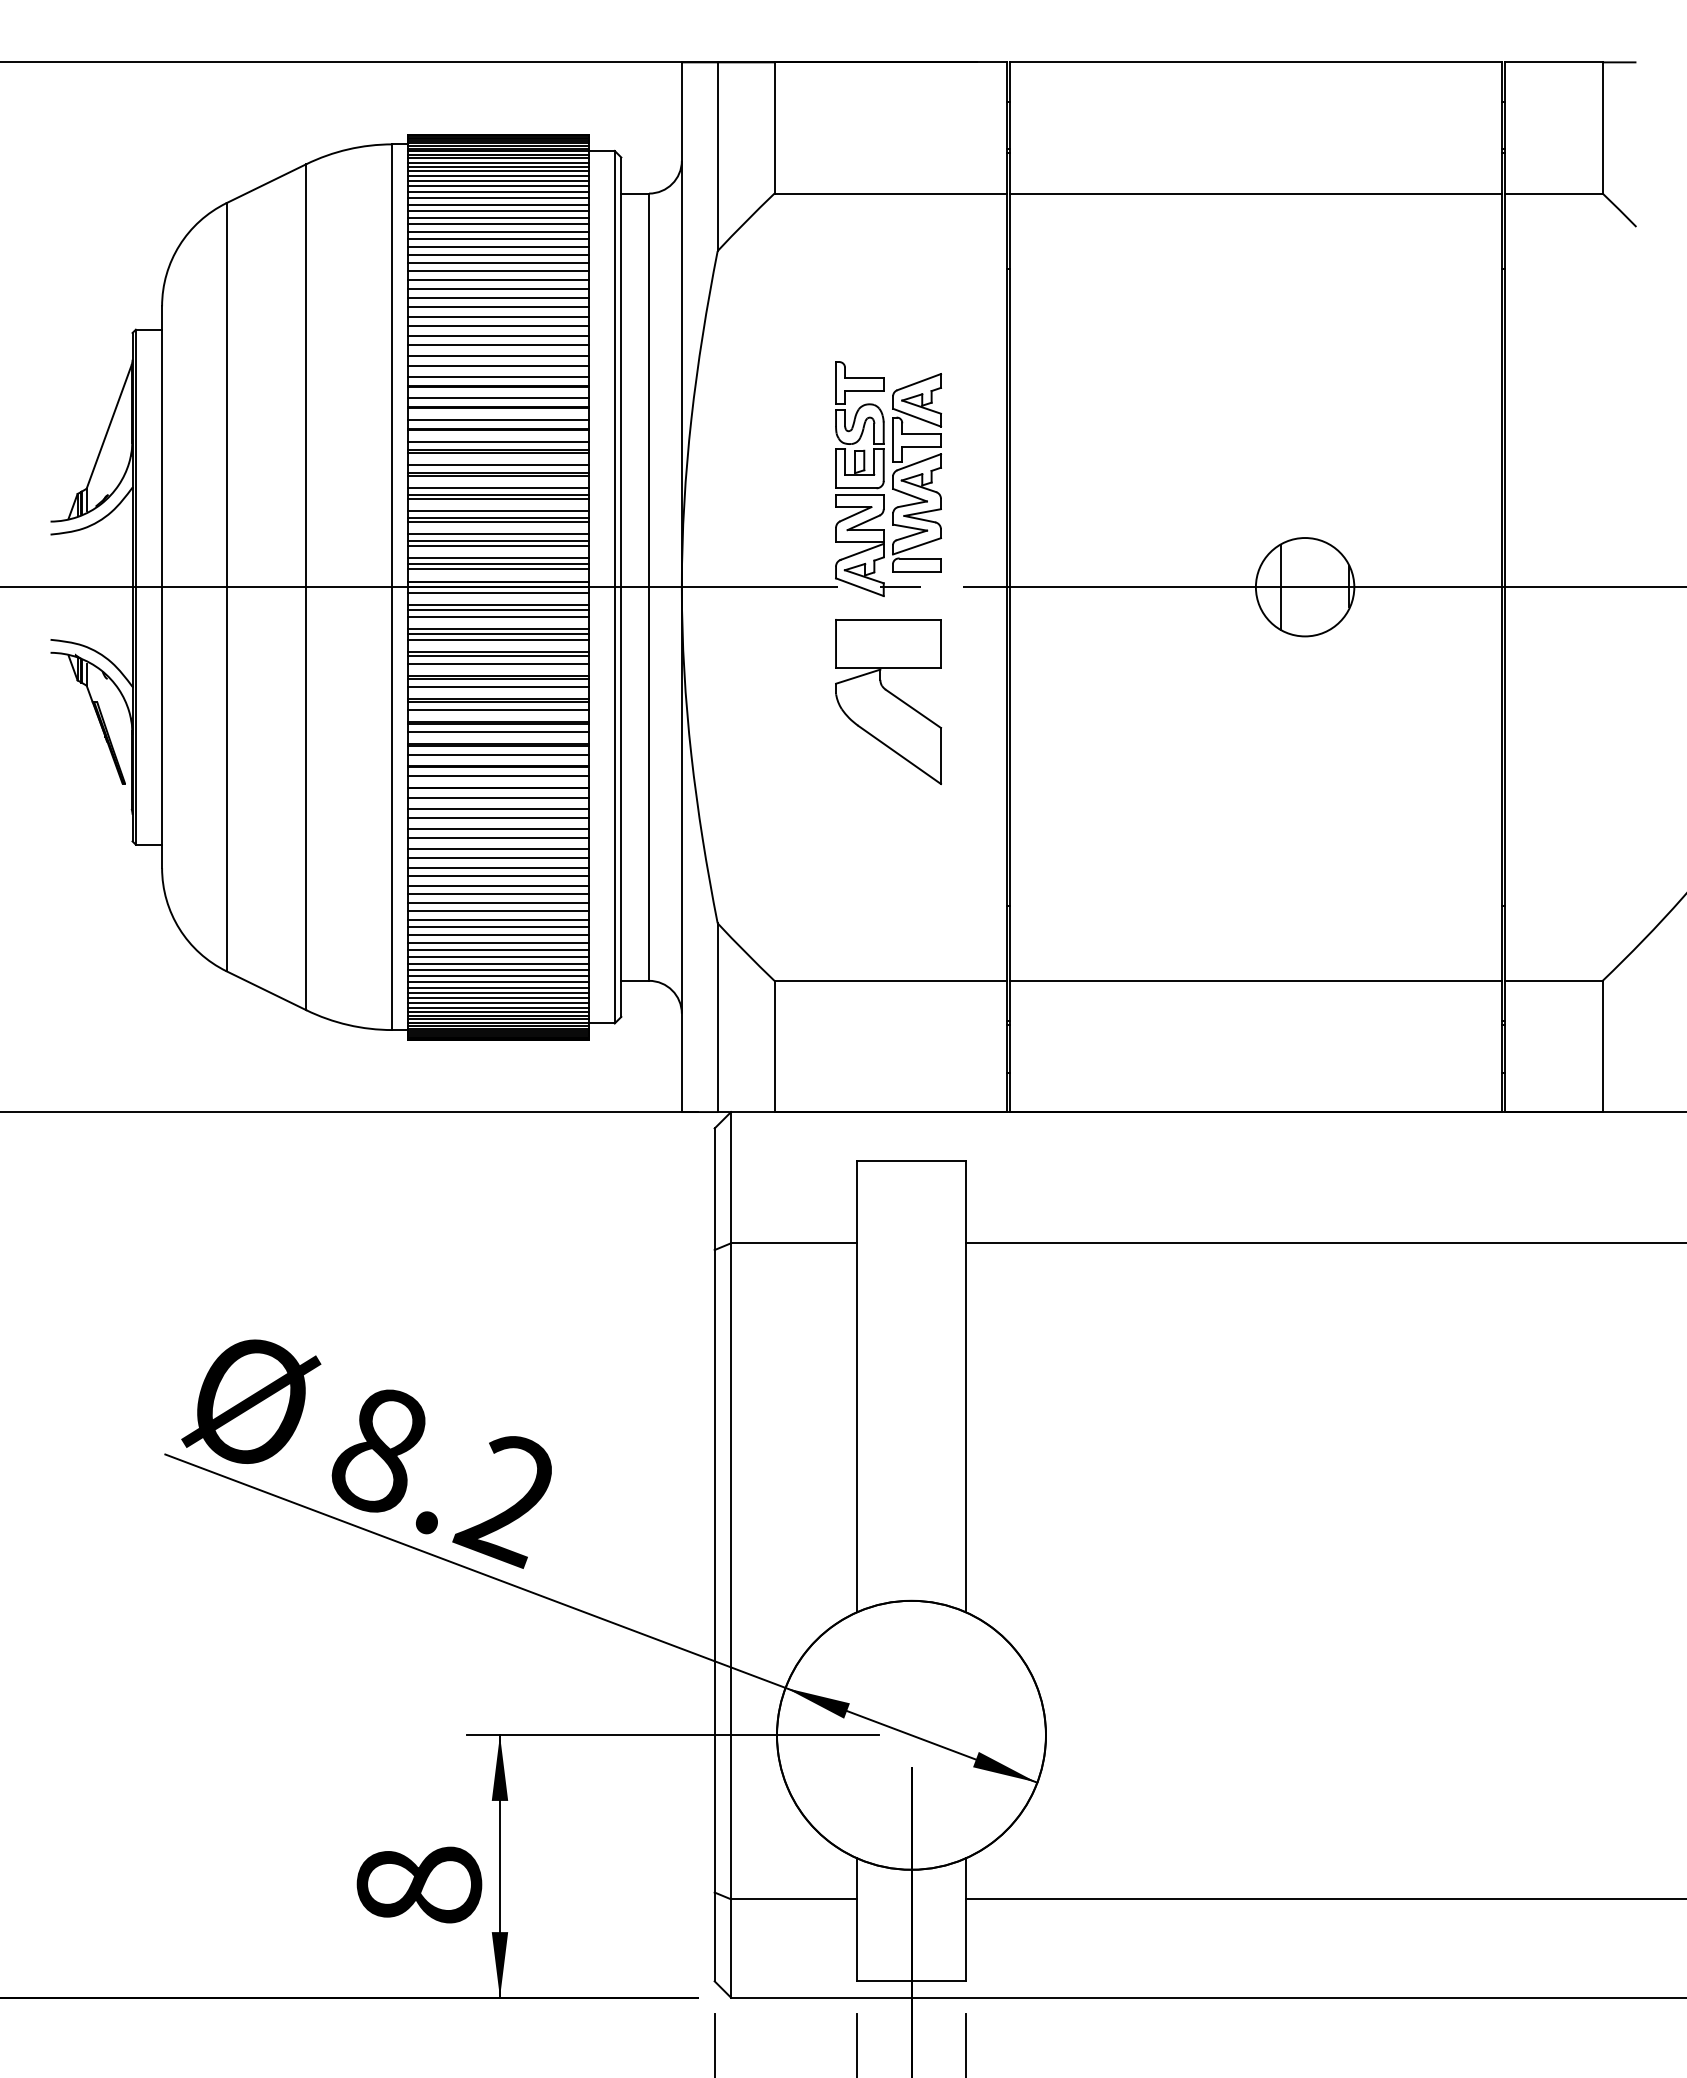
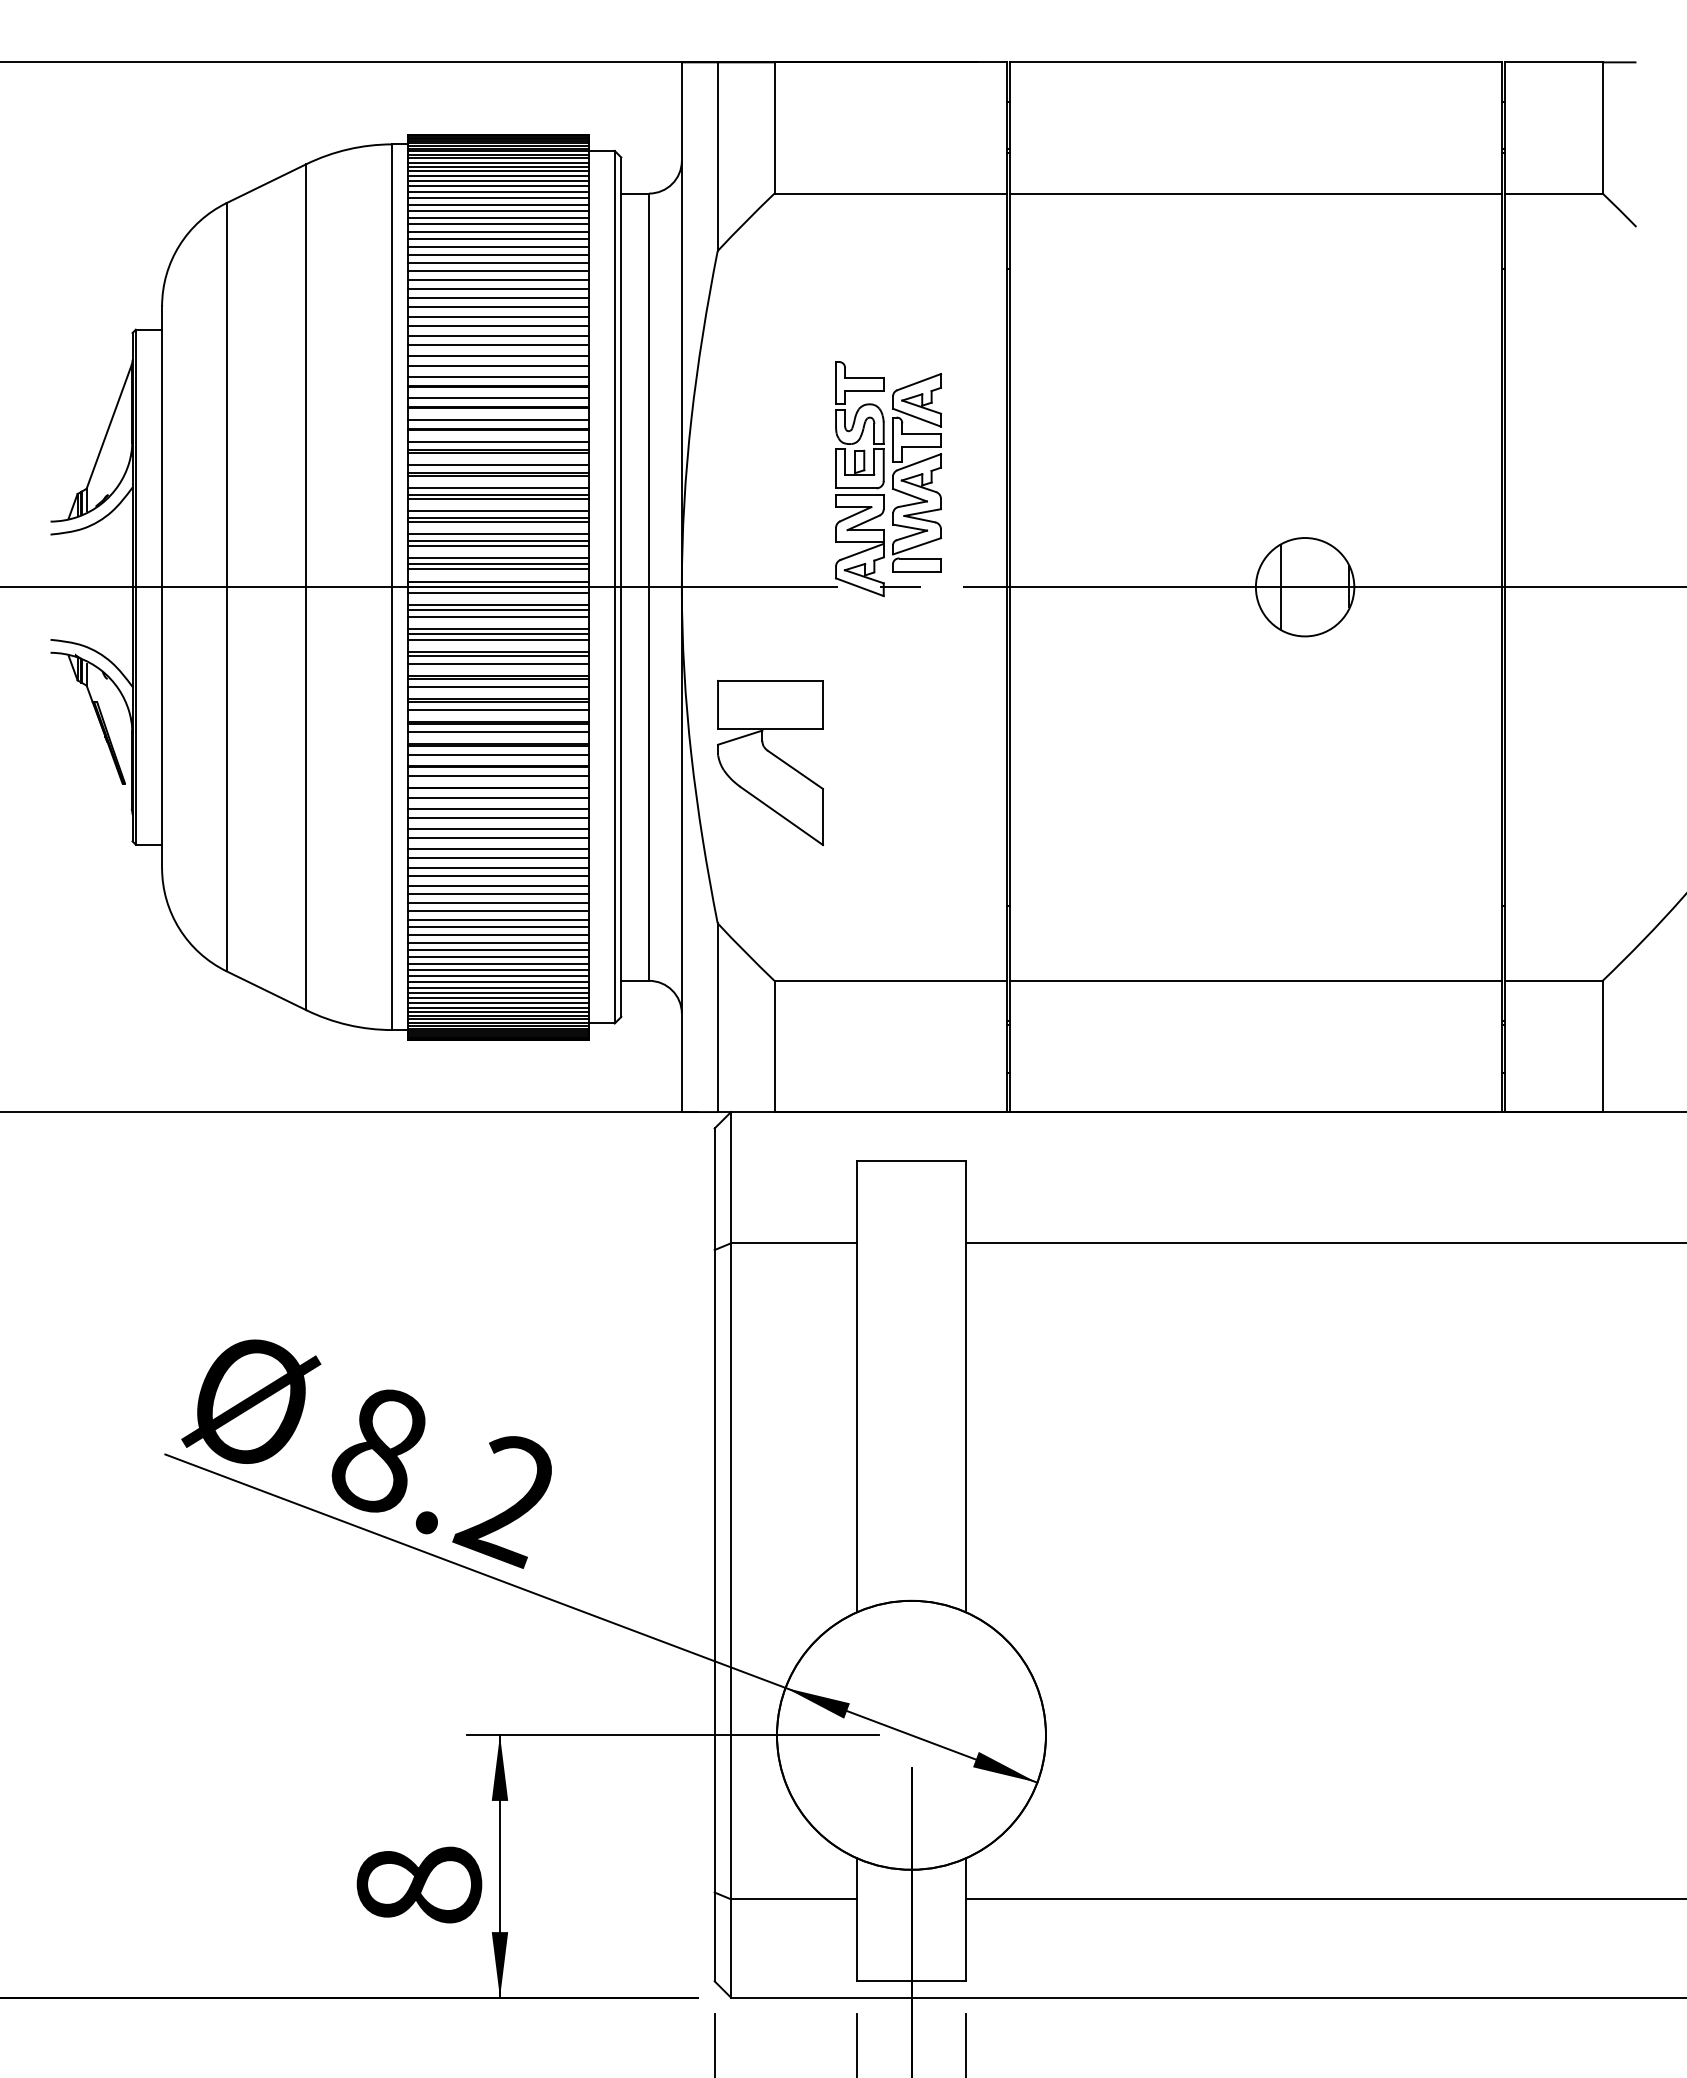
part at (888, 701) position: (888, 701) -> (770, 762)
